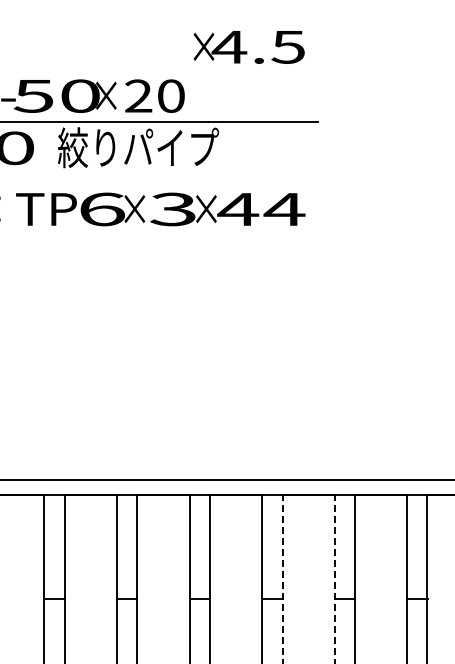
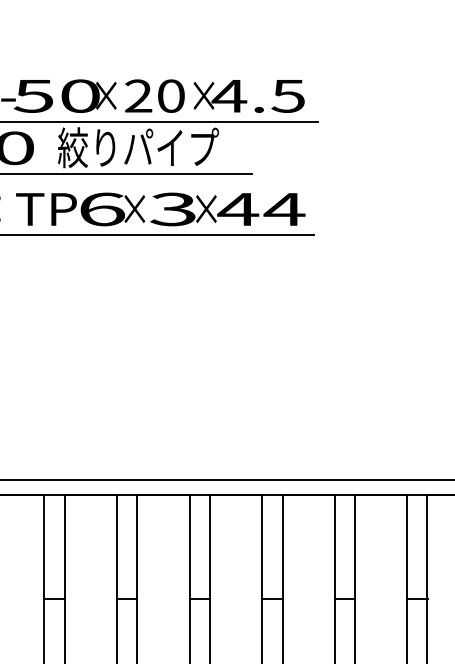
text at (248, 47) position: (248, 47) -> (248, 96)
line at (127, 173): none -> present
line at (157, 234): none -> present
line at (282, 579): dashed -> solid
line at (334, 579): dashed -> solid
